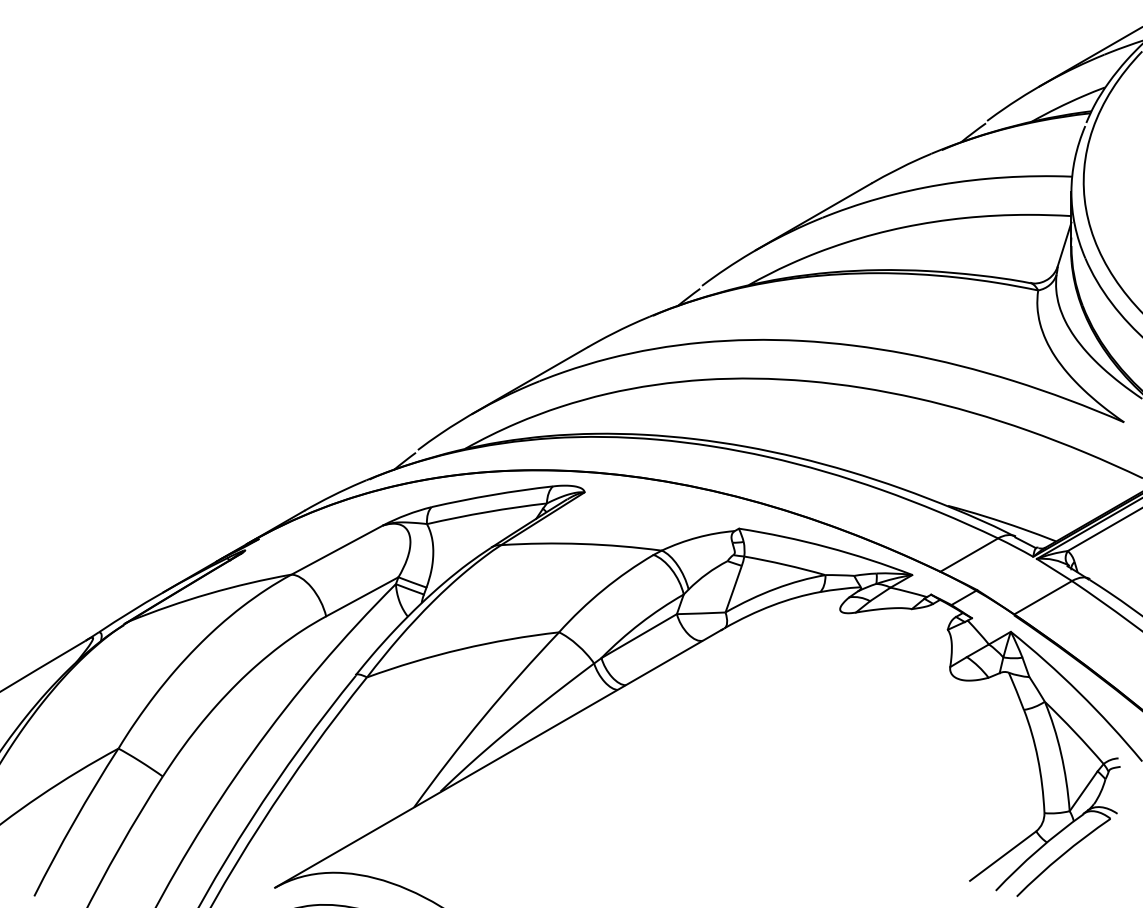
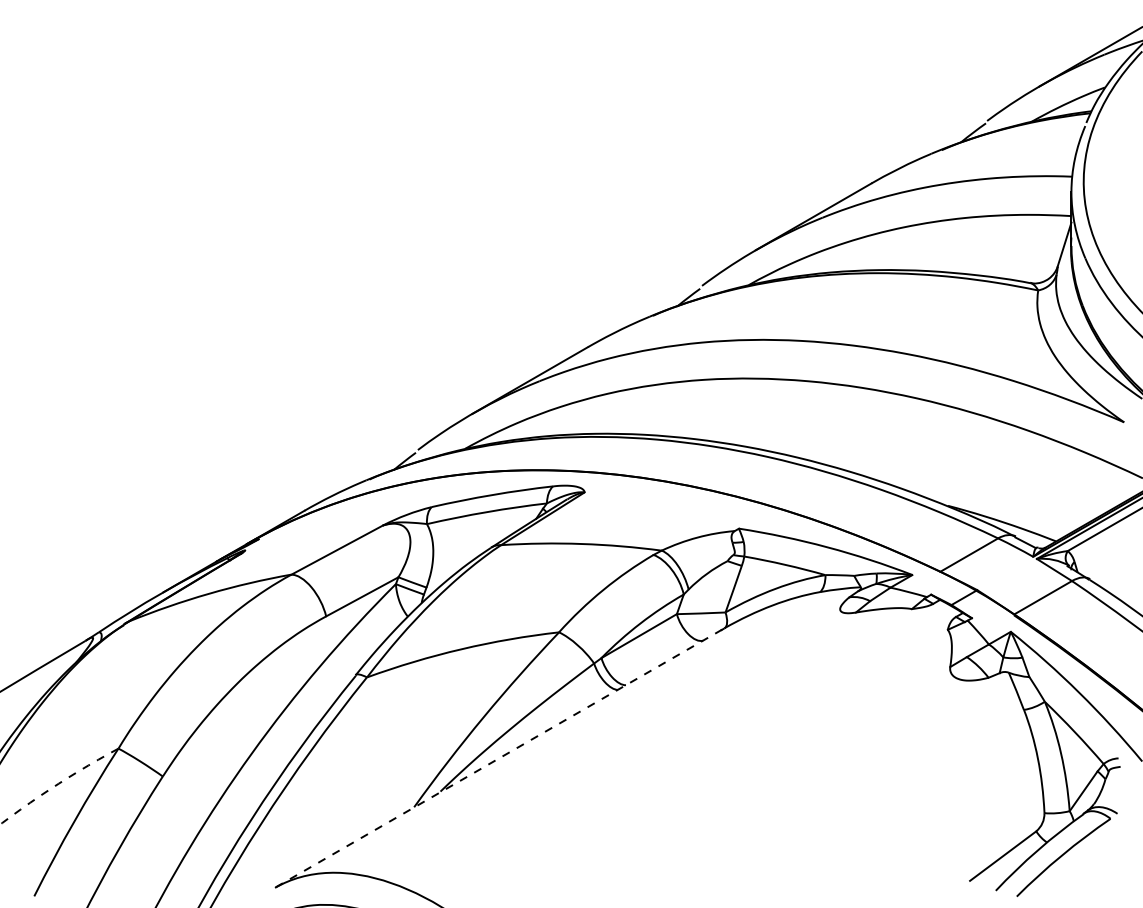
line at (498, 758): solid -> dashed
arc at (57, 784): solid -> dashed
